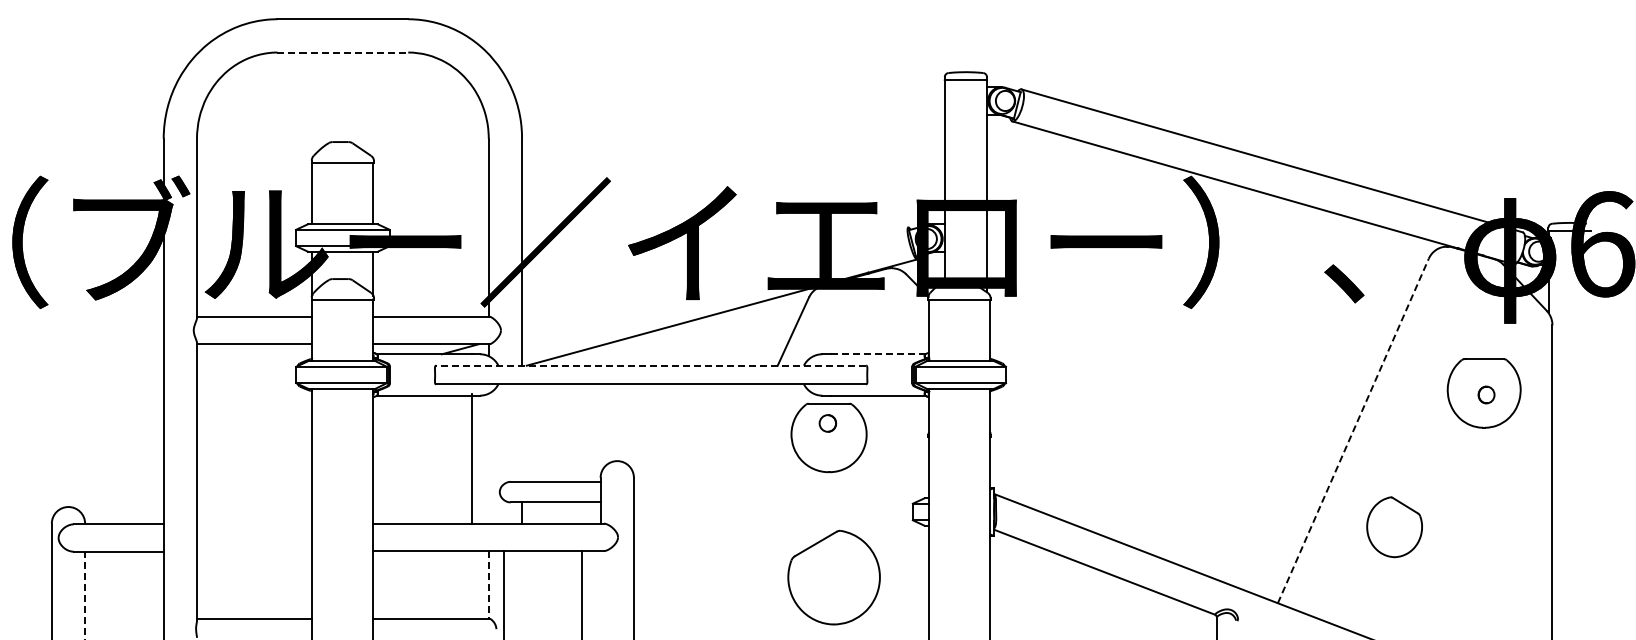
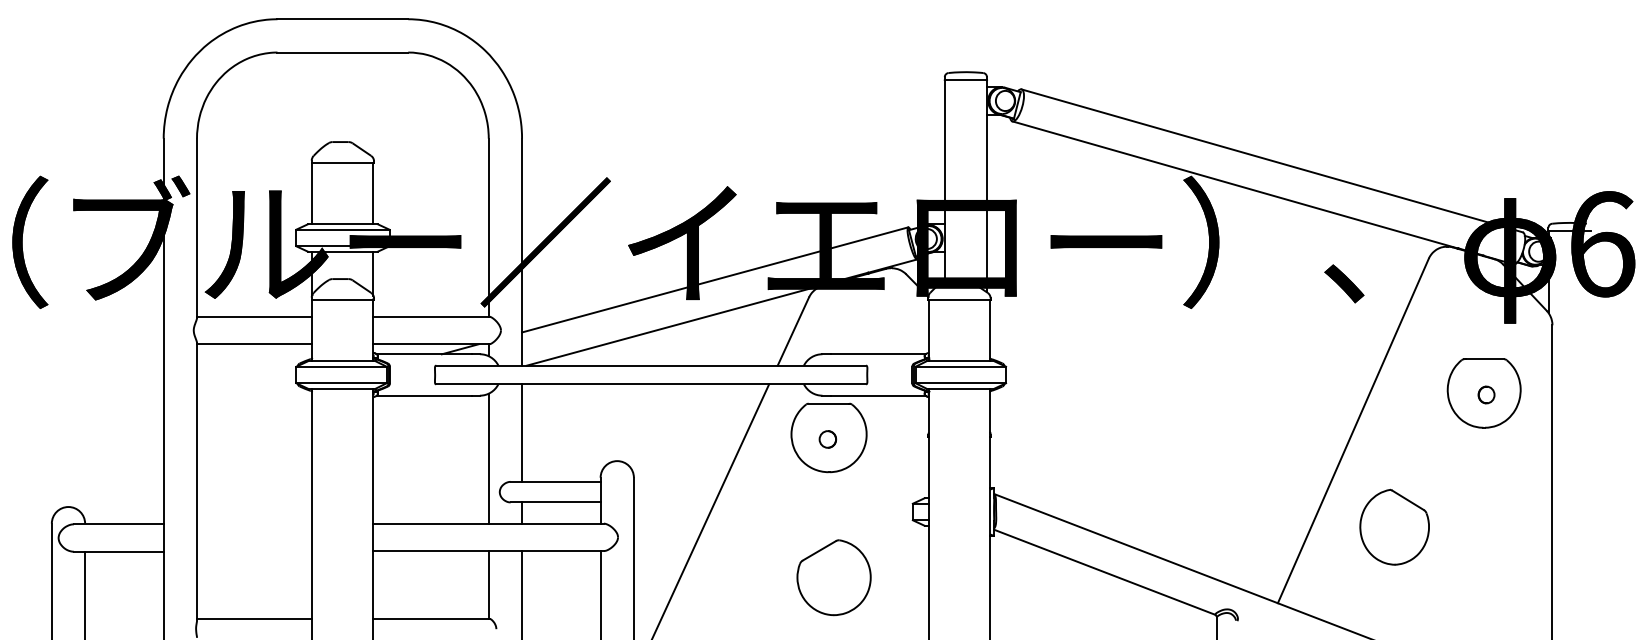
line at (343, 52): dashed -> solid
line at (715, 279): none -> present
line at (877, 354): dashed -> solid
line at (650, 365): dashed -> solid
part at (827, 423) position: (827, 423) -> (827, 439)
line at (1353, 430): dashed -> solid
line at (522, 432): none -> present
line at (471, 458) position: (471, 458) -> (488, 458)
line at (711, 510): none -> present
part at (1394, 527) size: 57x63 px -> 71x78 px
part at (833, 577) size: 94x97 px -> 76x78 px
line at (488, 584): dashed -> solid
line at (504, 593) position: (504, 593) -> (522, 593)
line at (581, 593) position: (581, 593) -> (600, 593)
line at (85, 595): dashed -> solid
